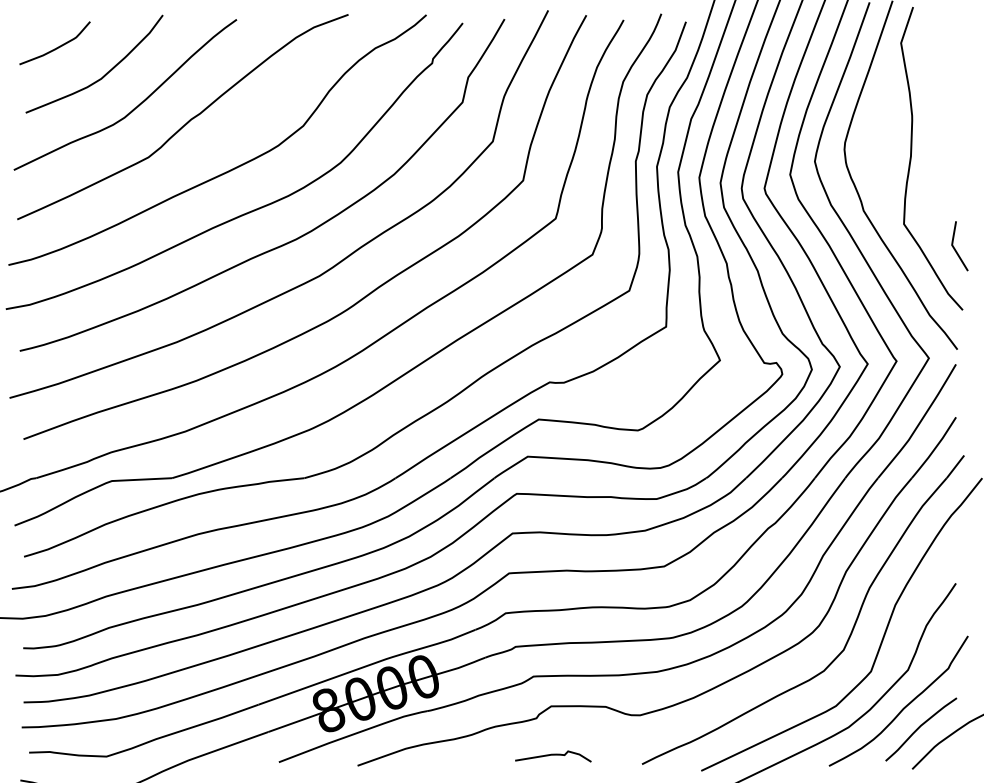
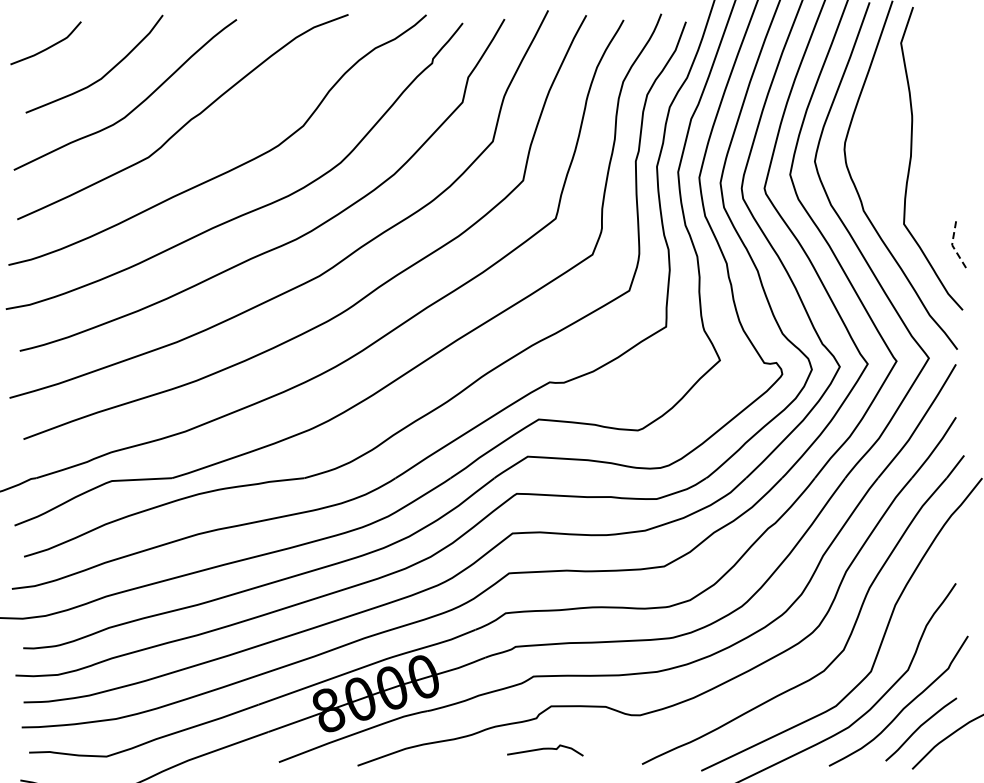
curve at (56, 47) position: (56, 47) -> (47, 47)
line at (953, 246): solid -> dashed
curve at (553, 755) position: (553, 755) -> (545, 749)
